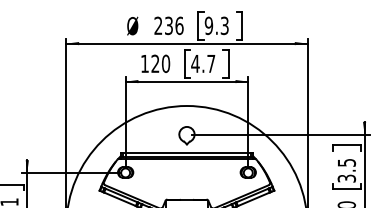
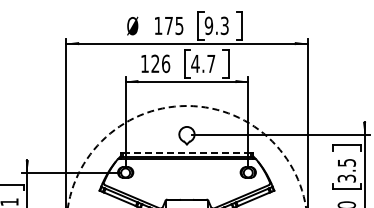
text at (168, 25): 236 -> 175
text at (166, 63): 120 -> 126
line at (186, 152): solid -> dashed
circle at (186, 156): solid -> dashed
